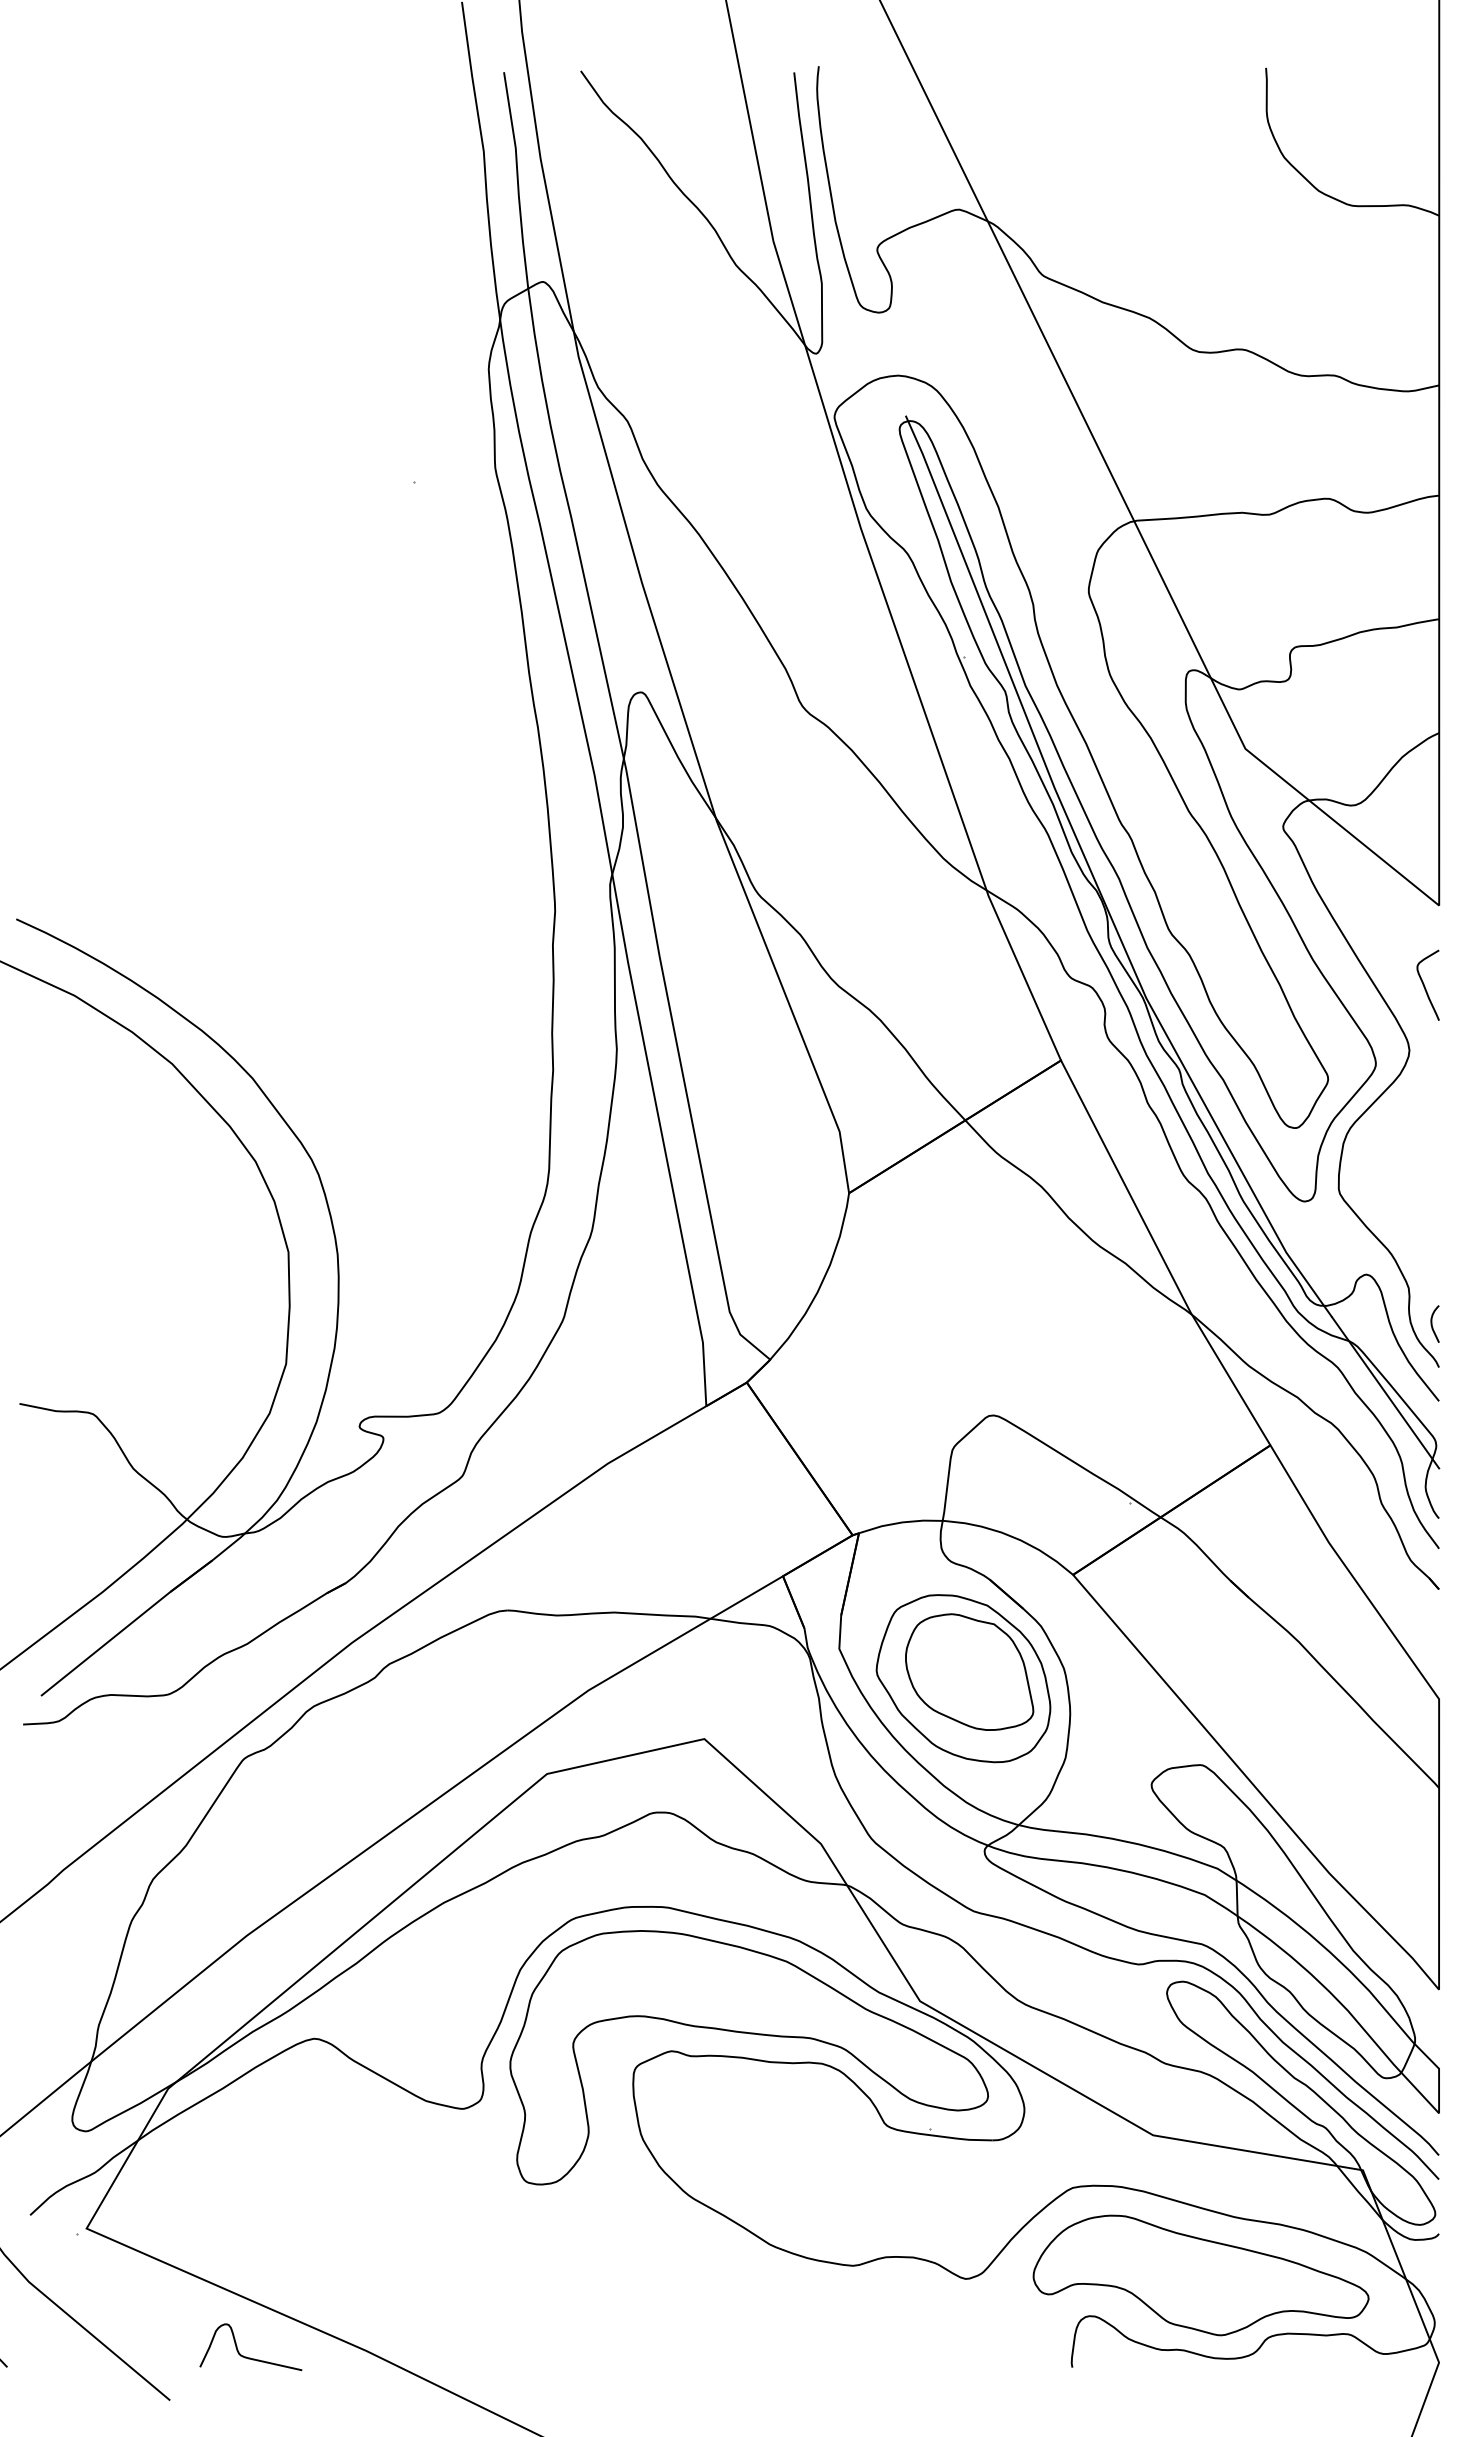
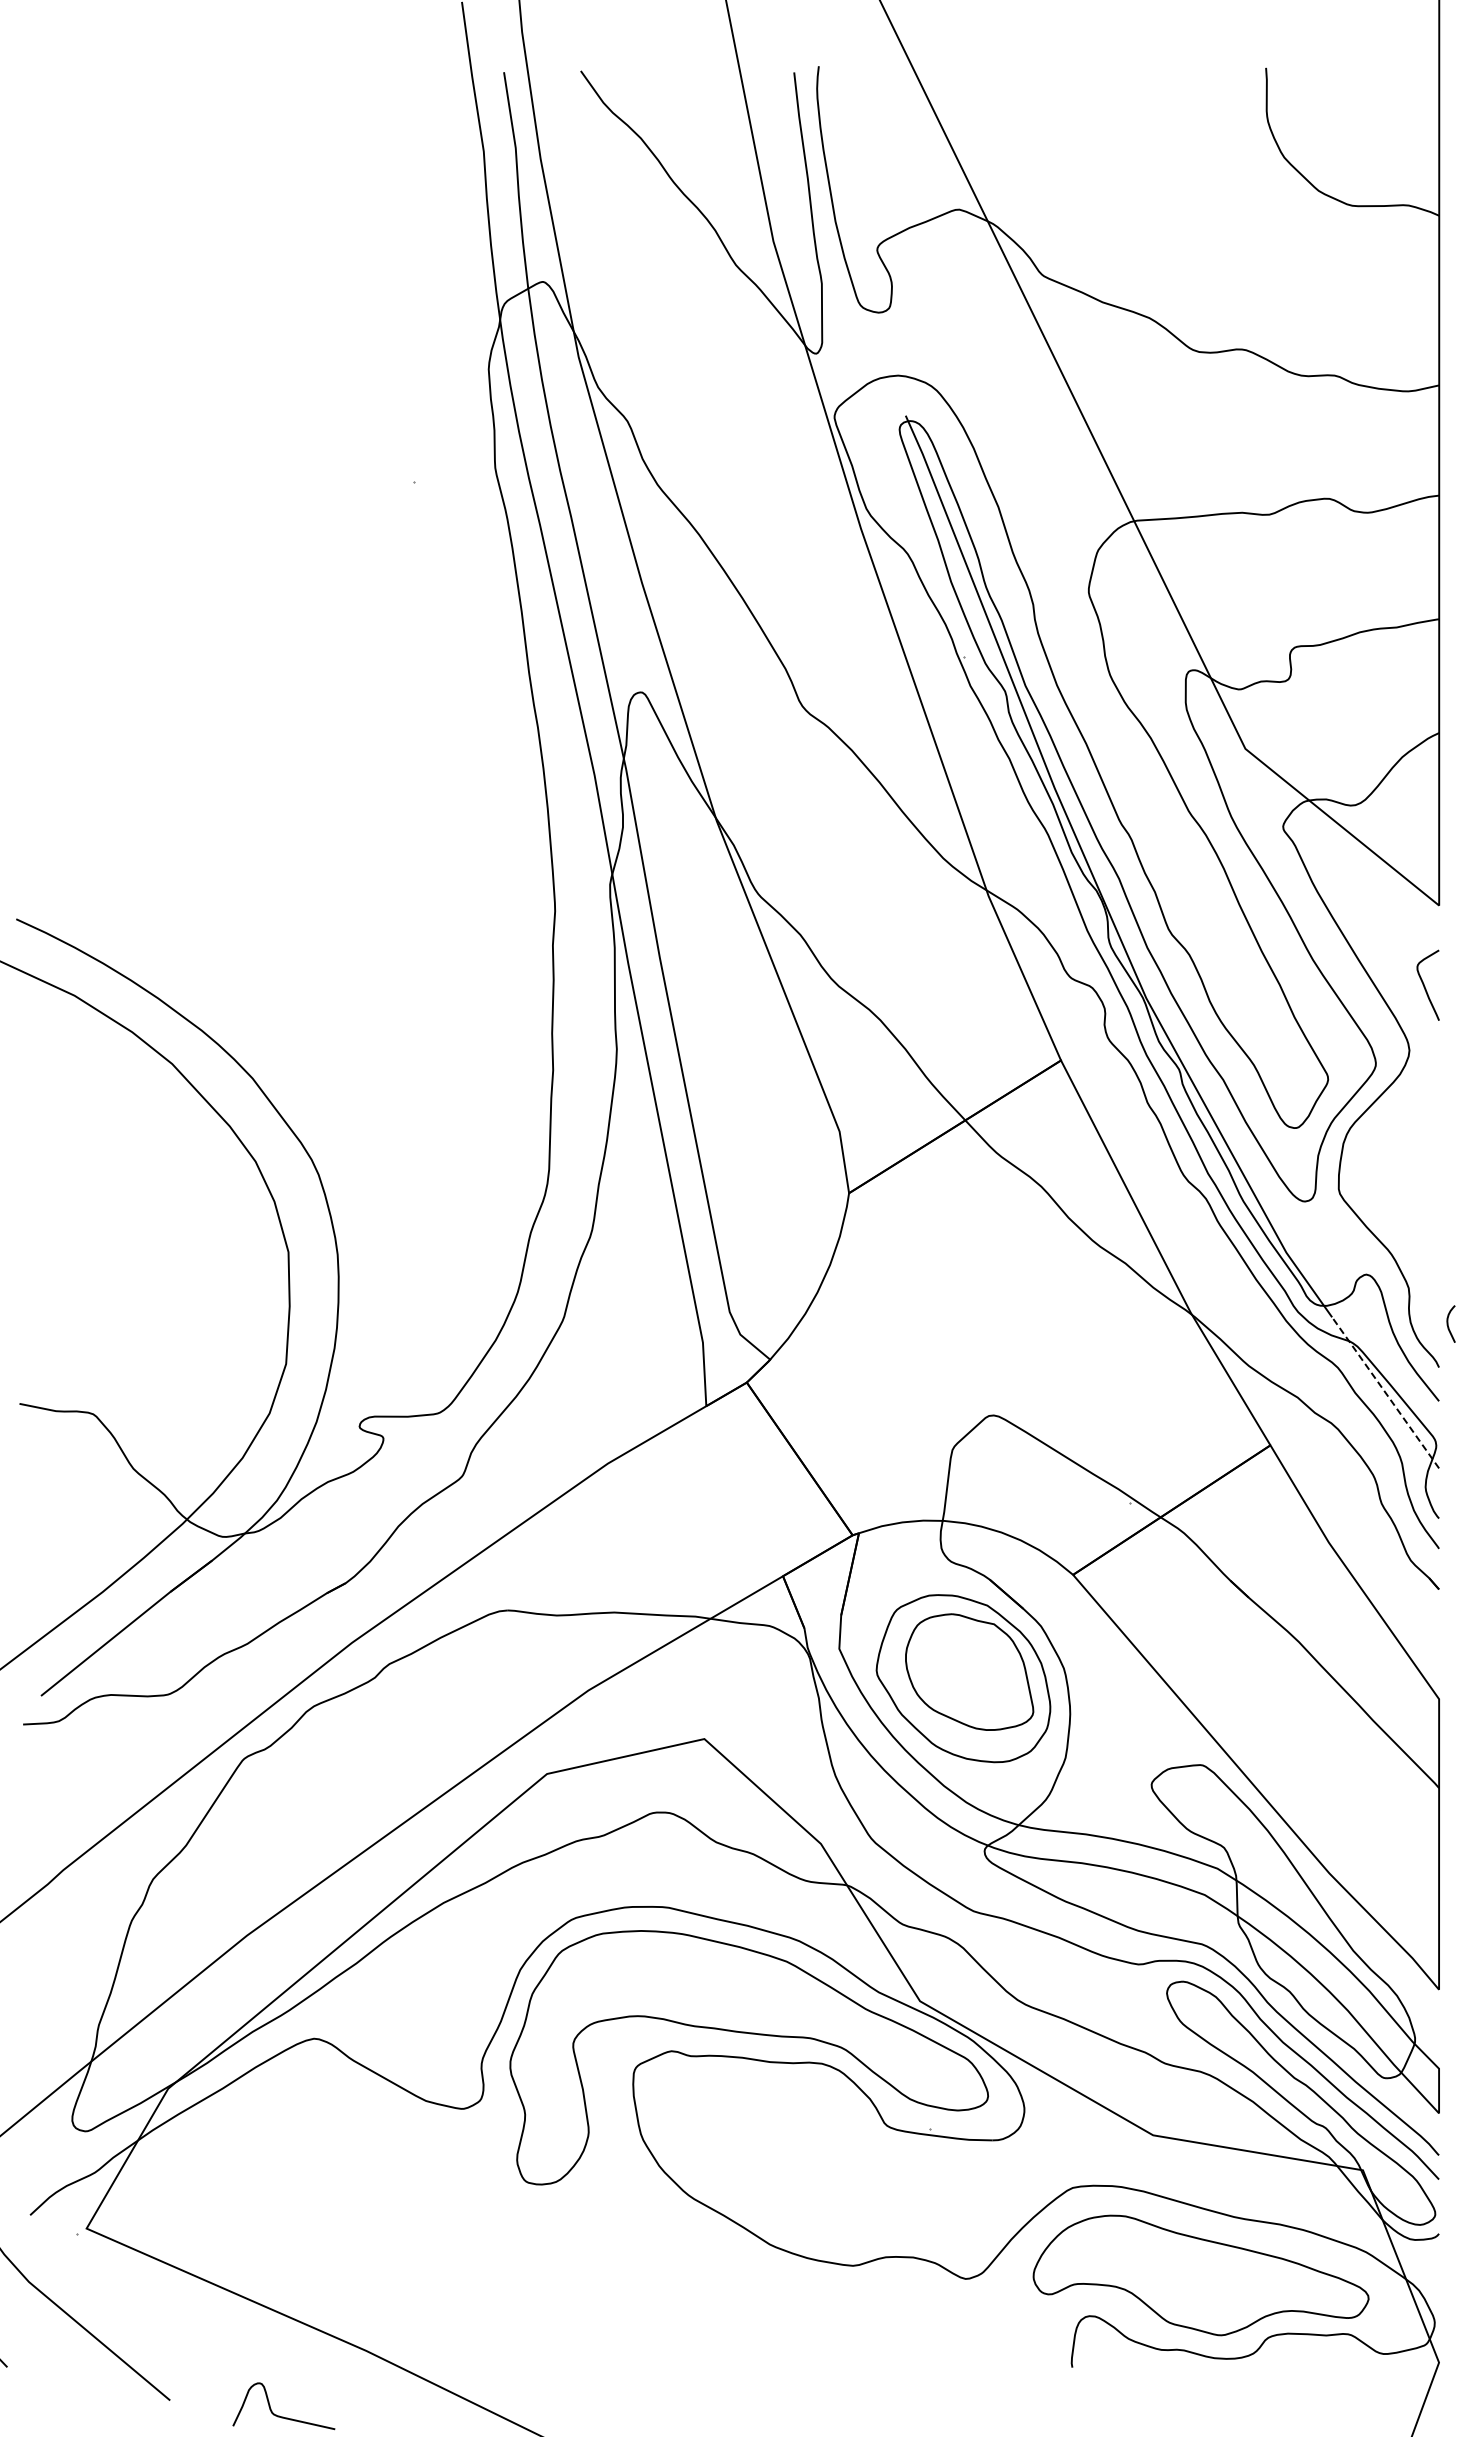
curve at (1432, 1323) position: (1432, 1323) -> (1448, 1323)
line at (1385, 1392): solid -> dashed
curve at (246, 2356) position: (246, 2356) -> (279, 2415)
